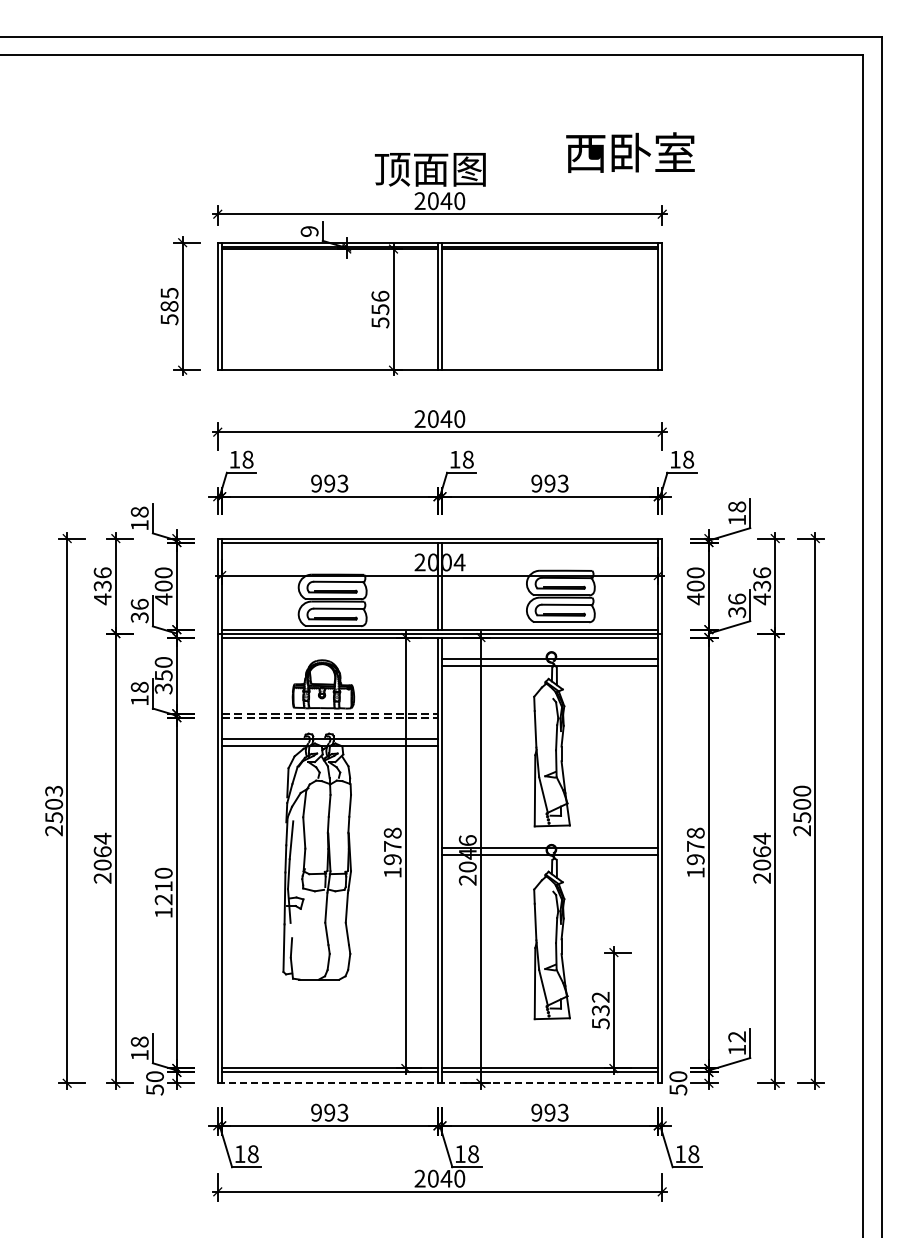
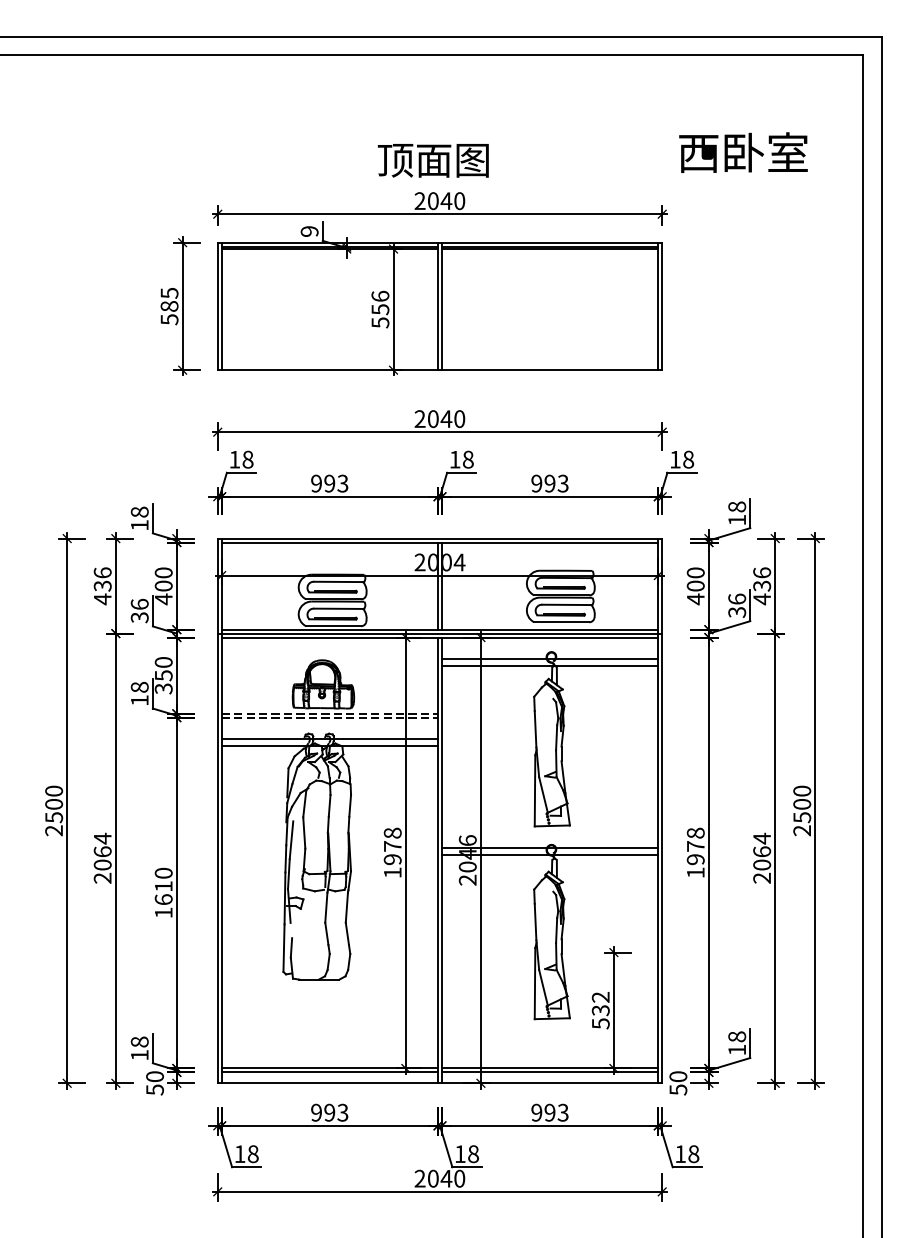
text at (630, 152) position: (630, 152) -> (743, 152)
text at (429, 169) position: (429, 169) -> (432, 160)
text at (53, 790): 2503 -> 2500
text at (163, 899): 1210 -> 1610
text at (737, 1036): 12 -> 18
line at (440, 1083): dashed -> solid
